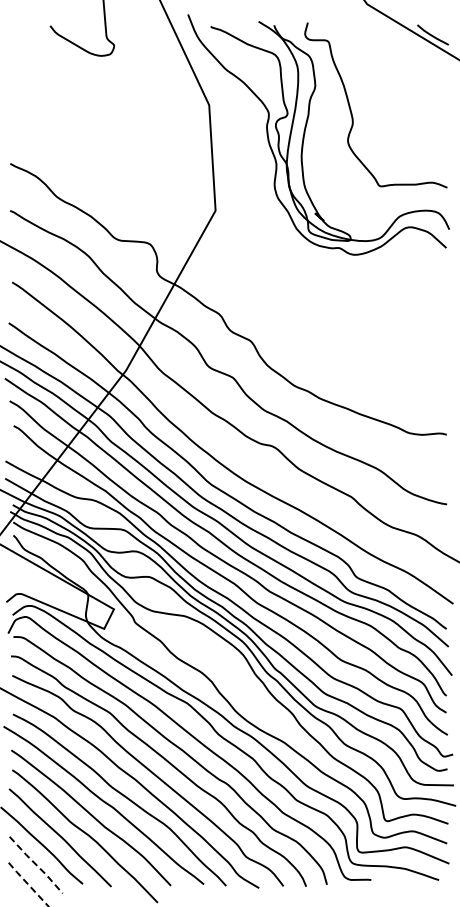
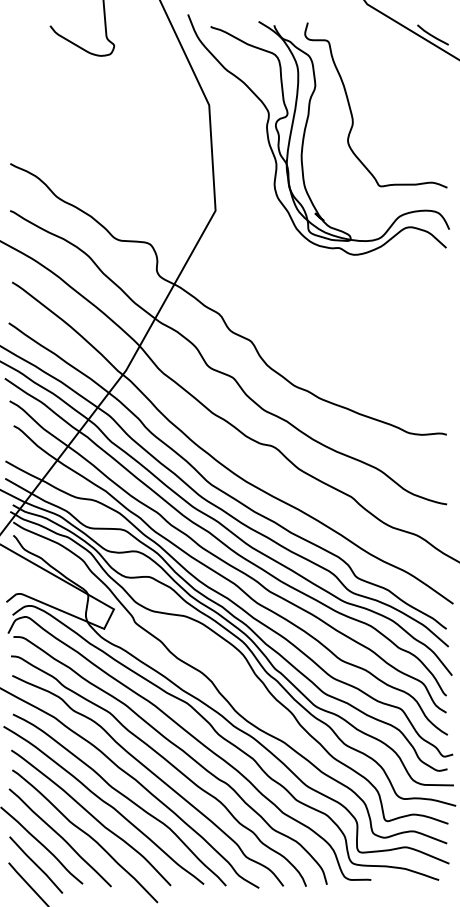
line at (36, 865): dashed -> solid
line at (28, 884): dashed -> solid
